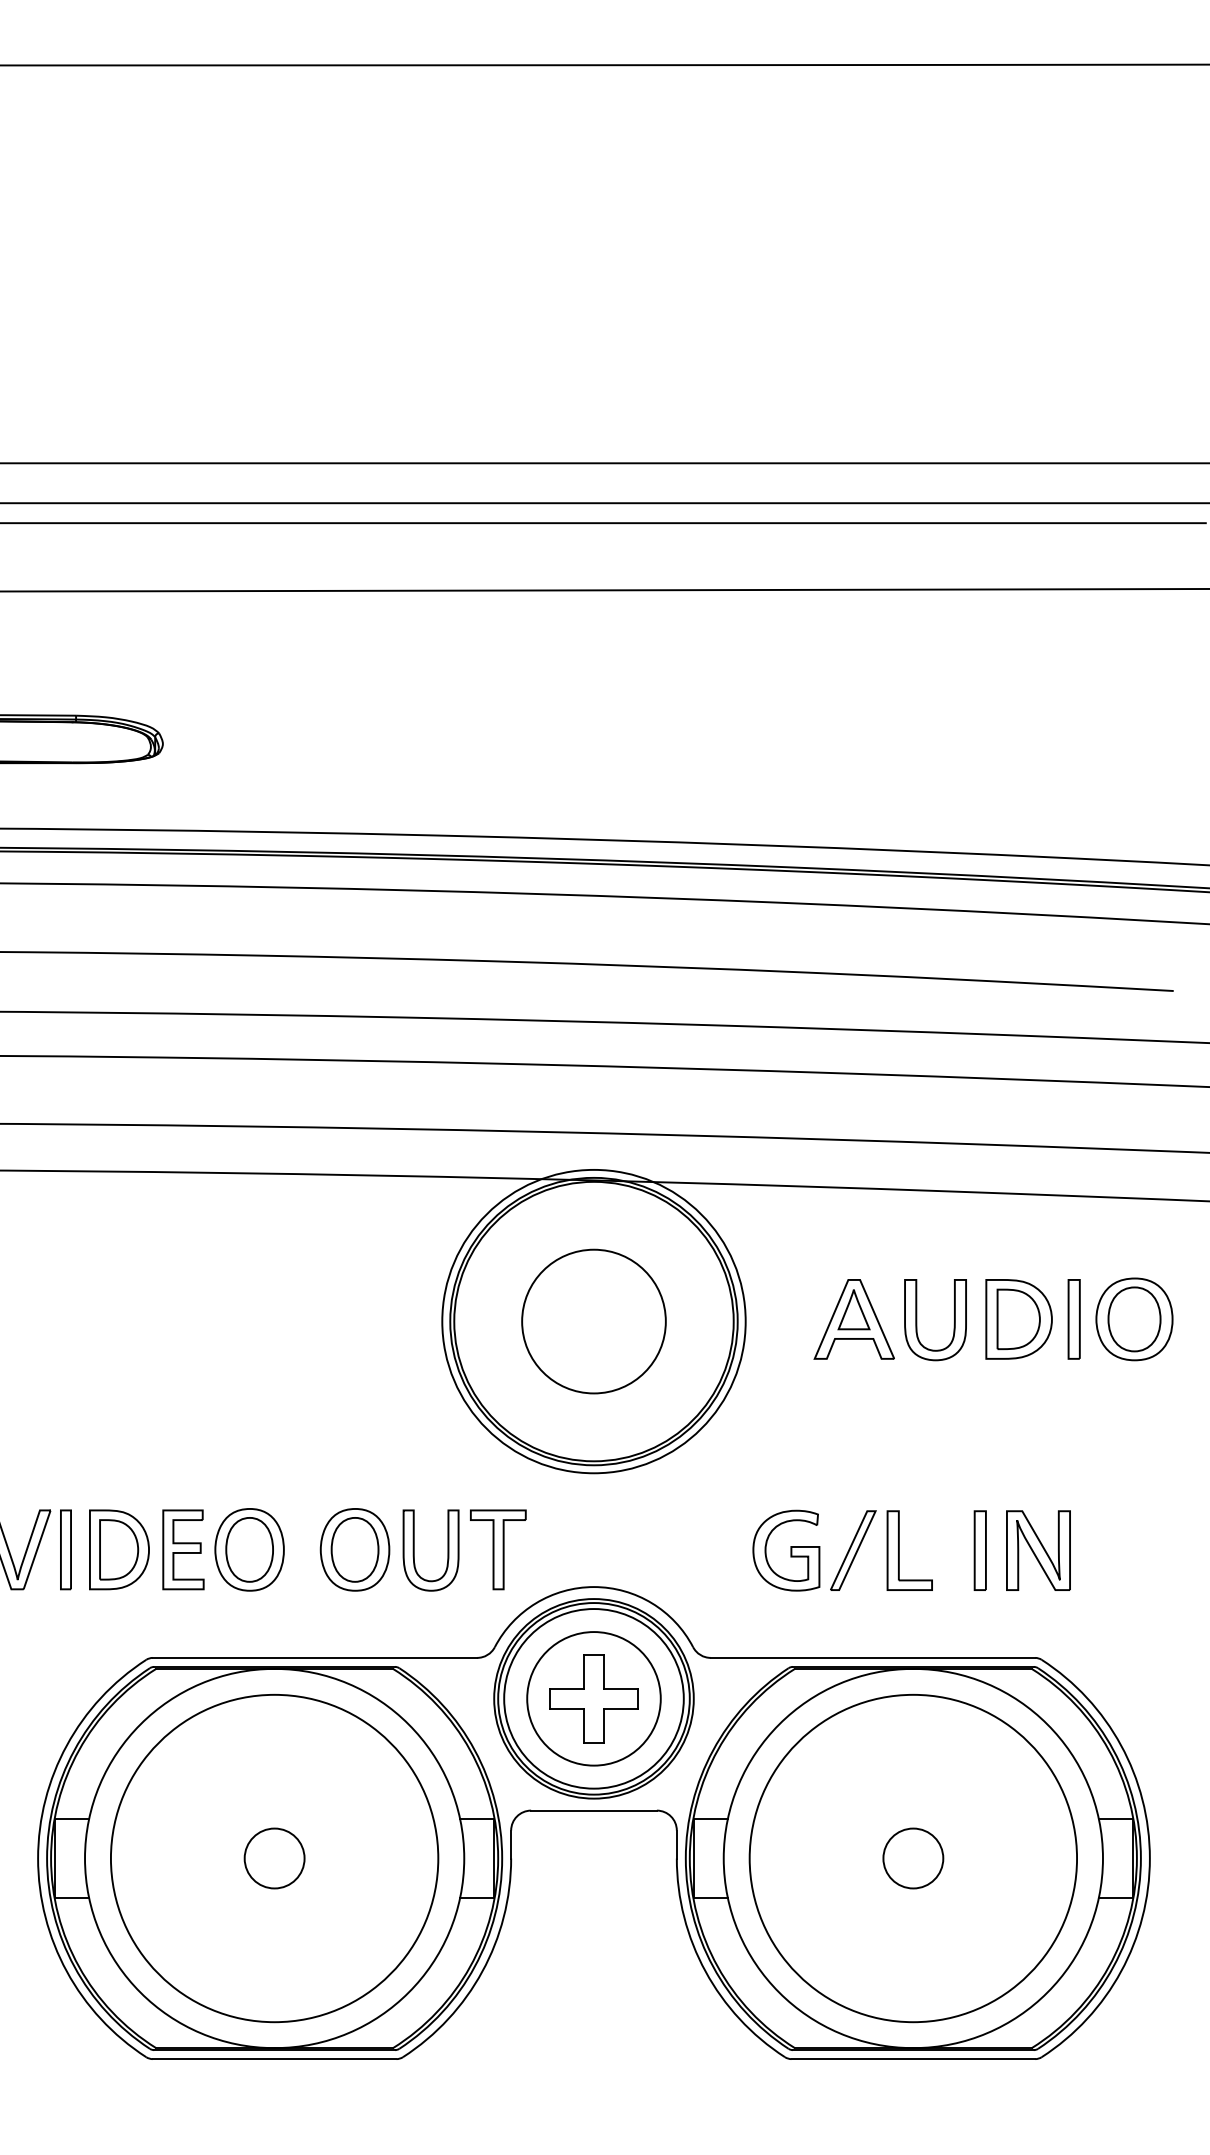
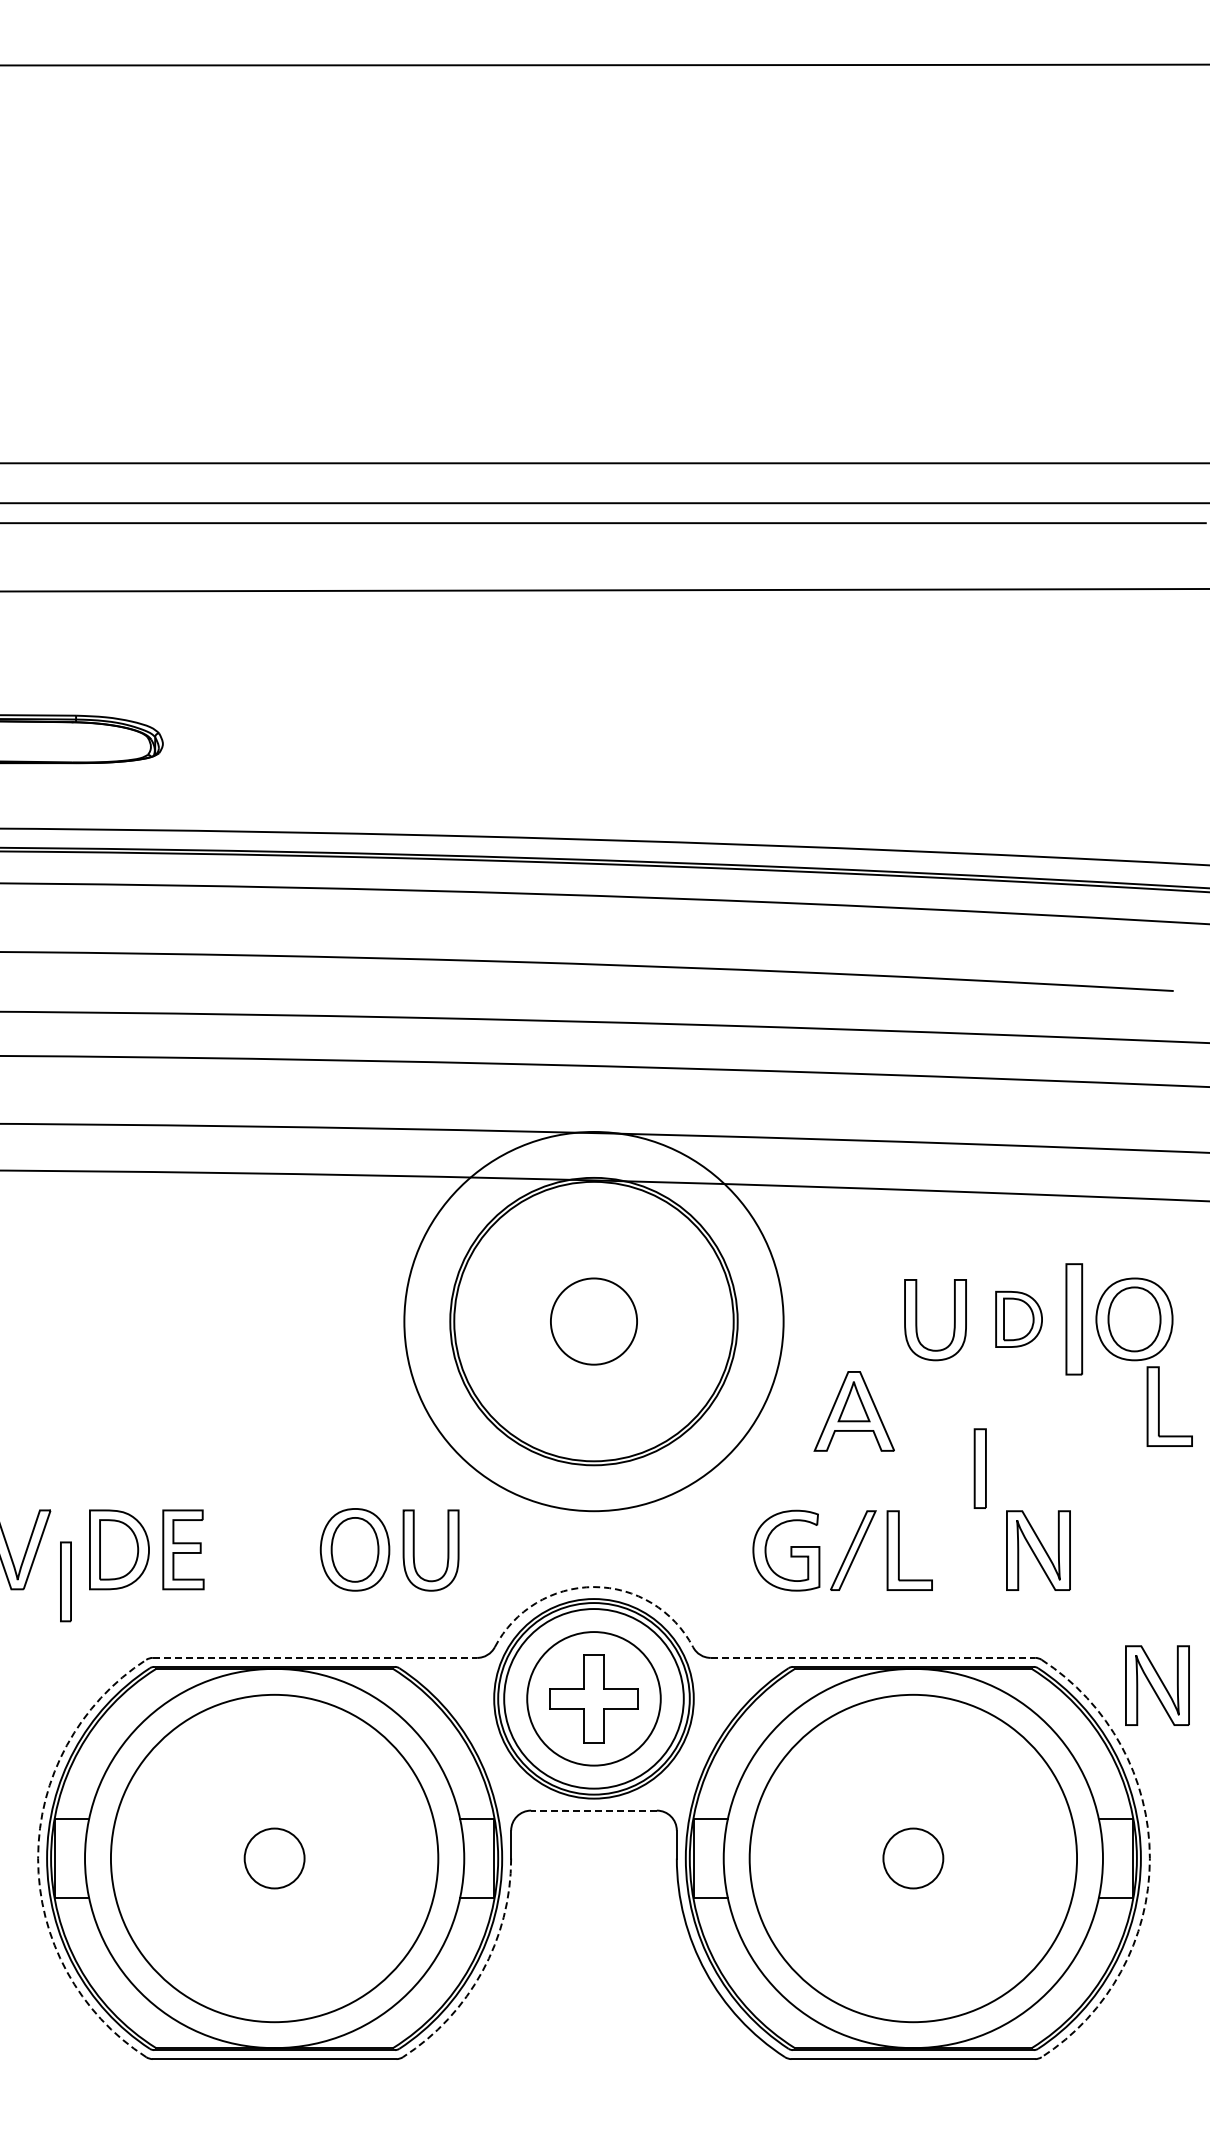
part at (853, 1319) position: (853, 1319) -> (853, 1411)
part at (1018, 1319) size: 68x81 px -> 48x58 px
part at (1073, 1319) size: 14x81 px -> 19x113 px
circle at (593, 1321) diameter: 144 px -> 86 px
circle at (593, 1321) diameter: 303 px -> 379 px
part at (1159, 1406): none -> present
part at (65, 1549) position: (65, 1549) -> (65, 1581)
part at (249, 1549): present -> none
part at (498, 1549): present -> none
part at (979, 1550) position: (979, 1550) -> (979, 1468)
arc at (594, 1587): solid -> dashed
line at (315, 1657): solid -> dashed
line at (873, 1657): solid -> dashed
part at (1157, 1685): none -> present
line at (594, 1810): solid -> dashed
arc at (38, 1858): solid -> dashed
arc at (1149, 1858): solid -> dashed
arc at (482, 1971): solid -> dashed
